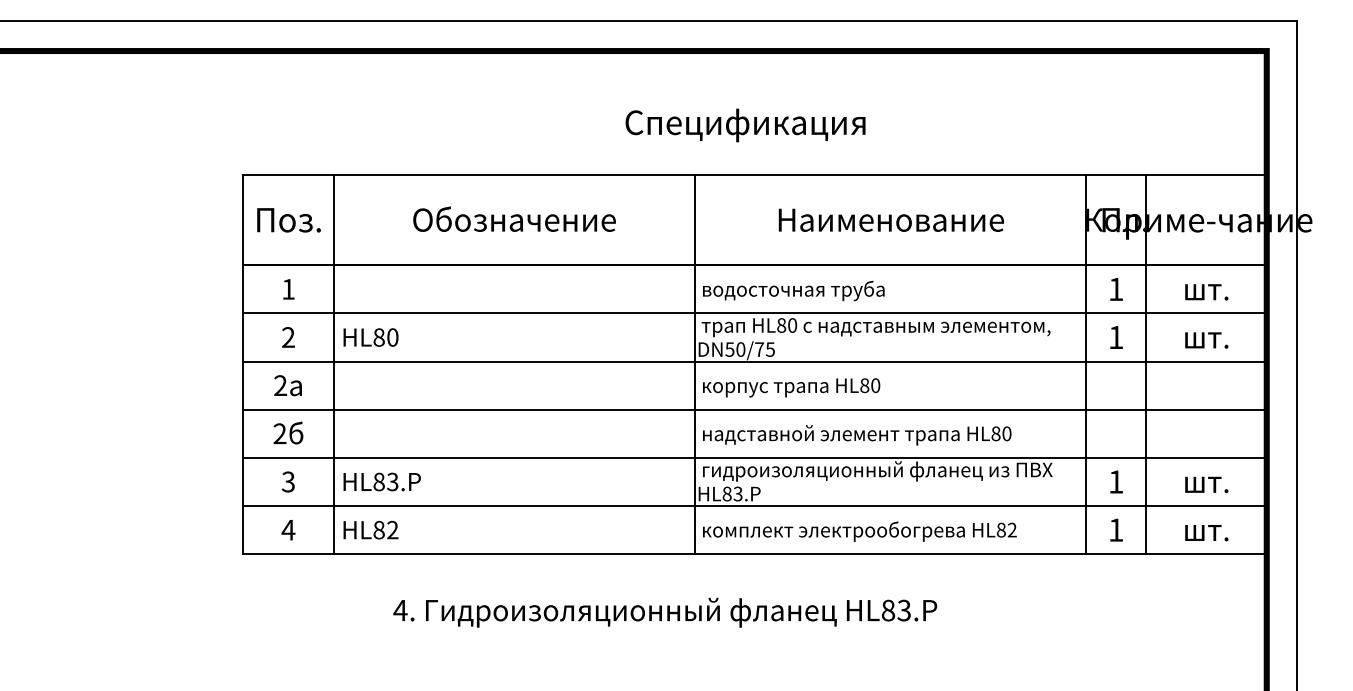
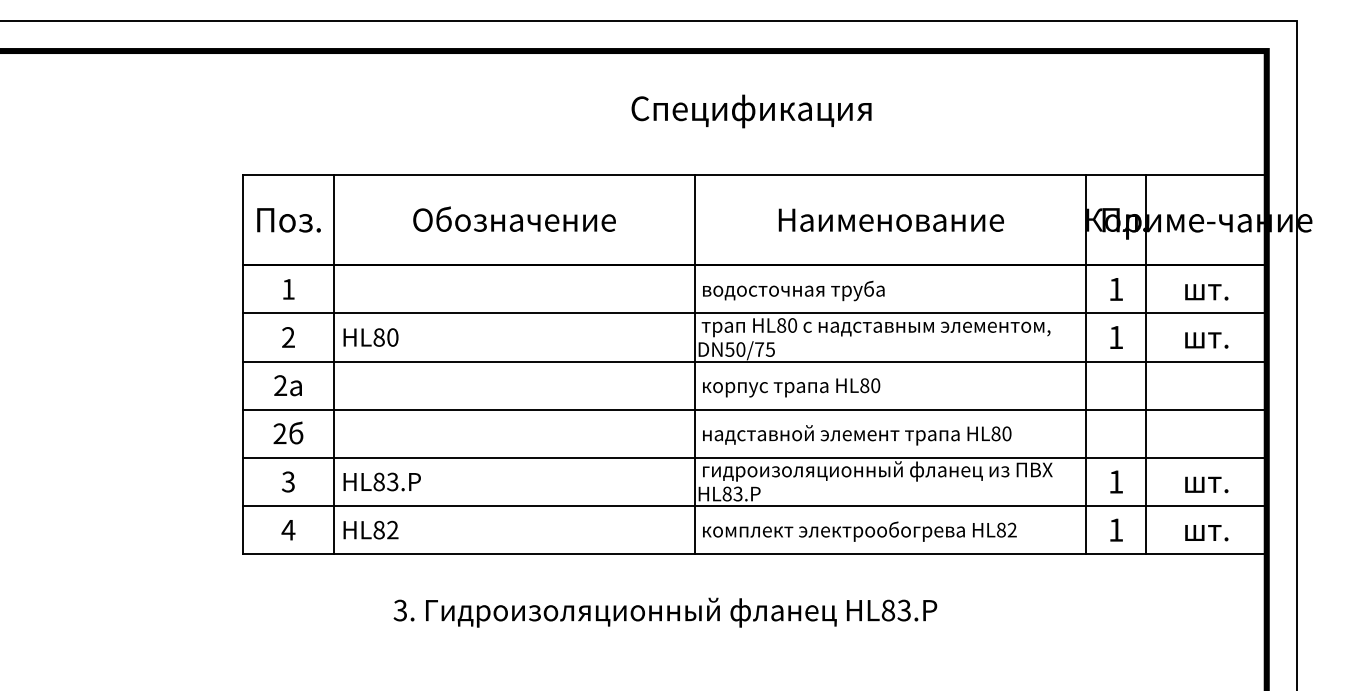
text at (745, 125) position: (745, 125) -> (751, 111)
text at (400, 610): 4. -> 3.
